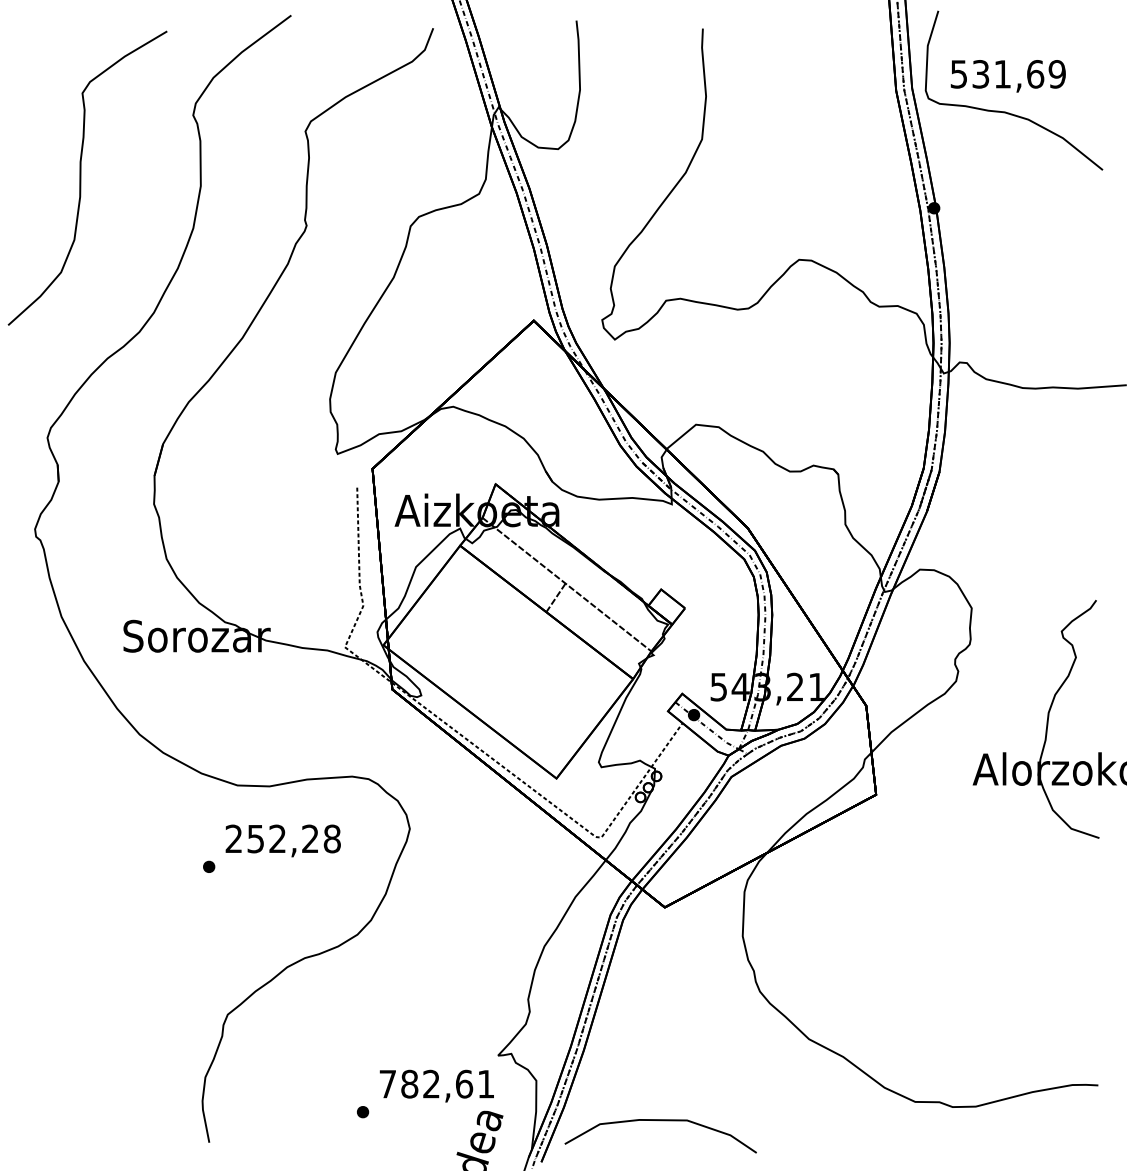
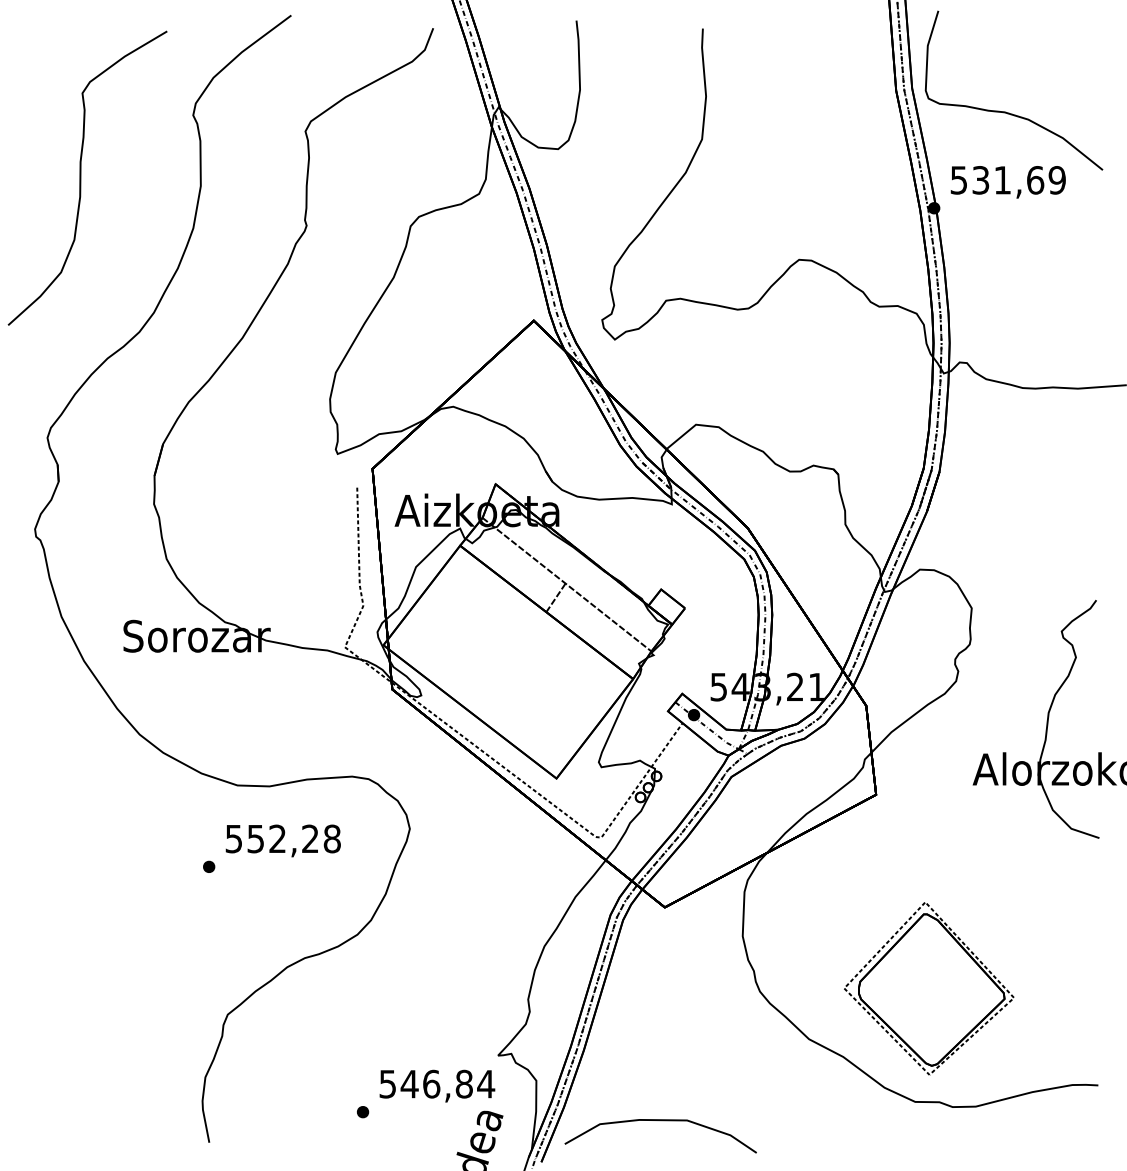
text at (1007, 76) position: (1007, 76) -> (1007, 182)
text at (233, 838): 252,28 -> 552,28
part at (929, 988): none -> present
text at (437, 1083): 782,61 -> 546,84
